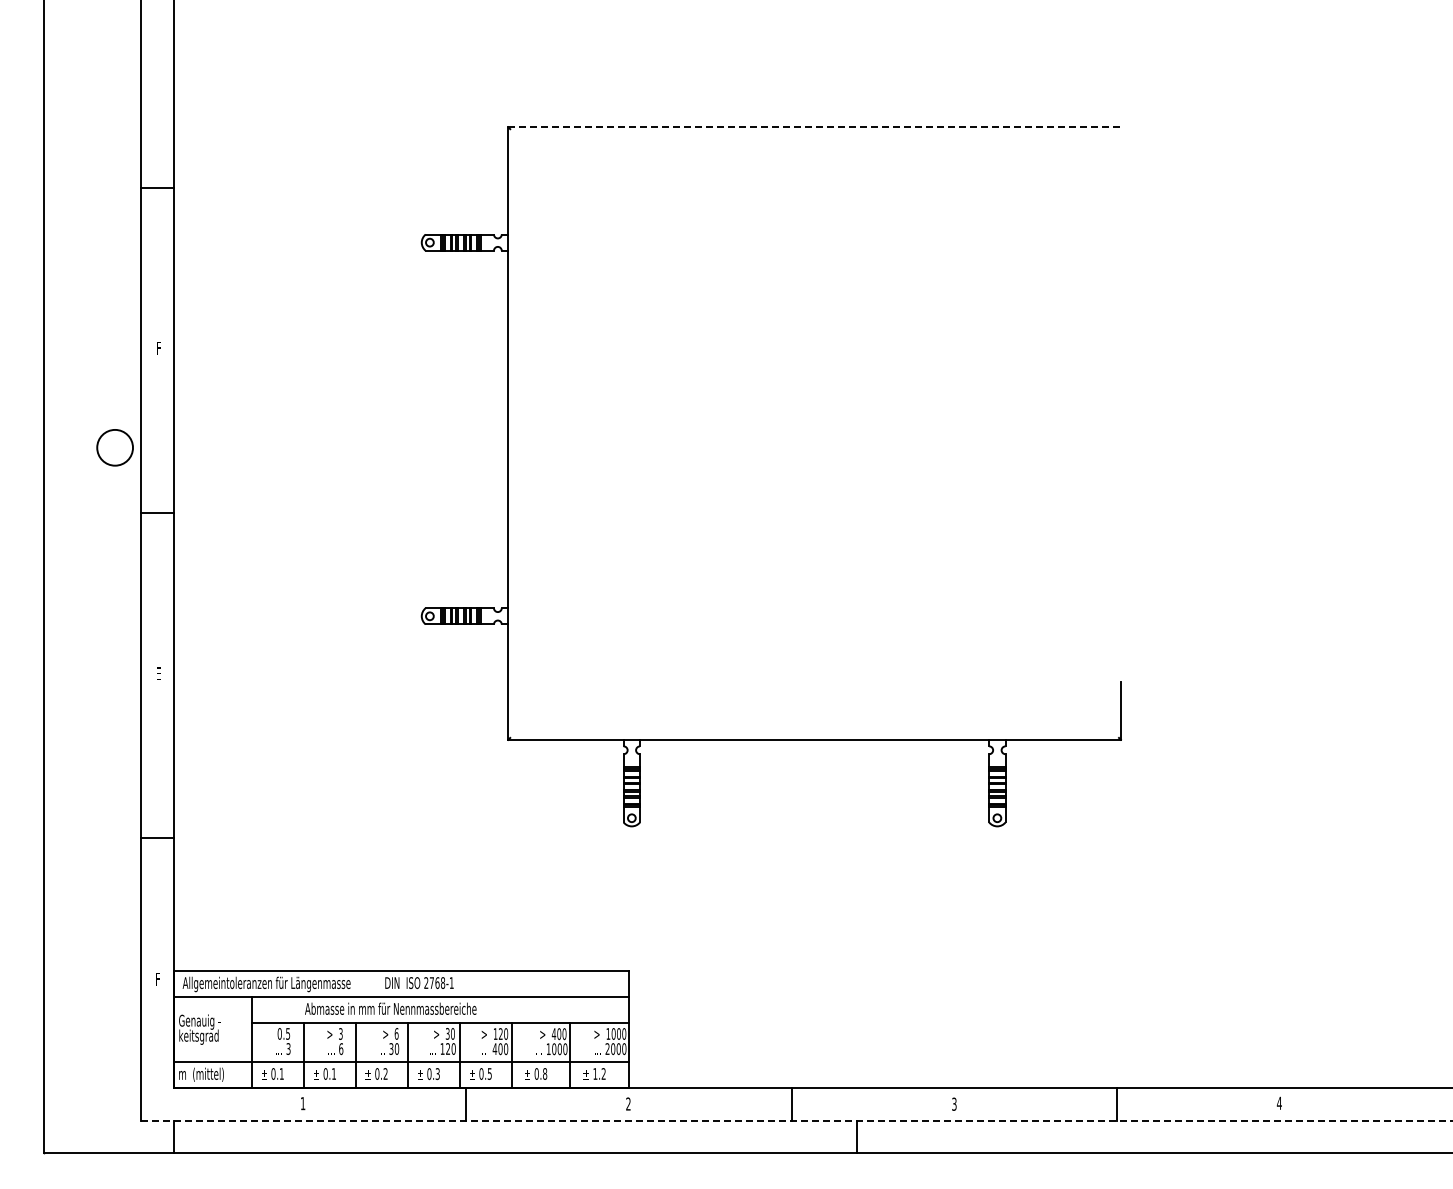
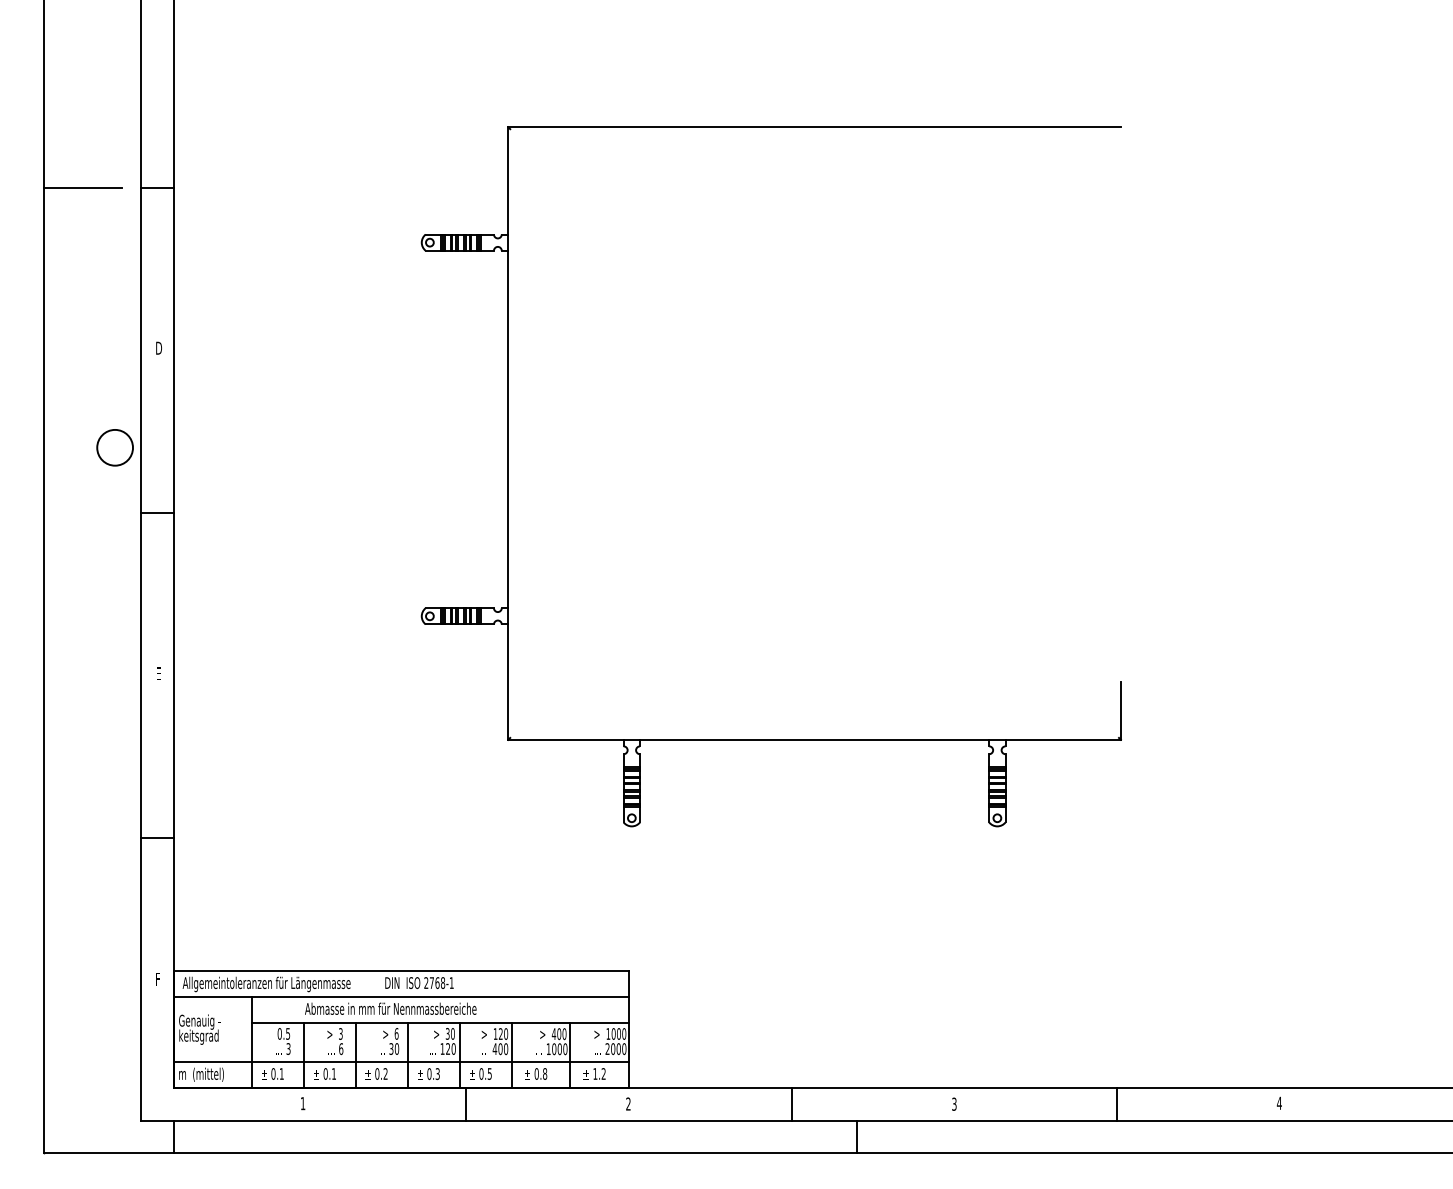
line at (815, 127): dashed -> solid
line at (82, 187): none -> present
text at (158, 347): F -> D
line at (797, 1120): dashed -> solid
